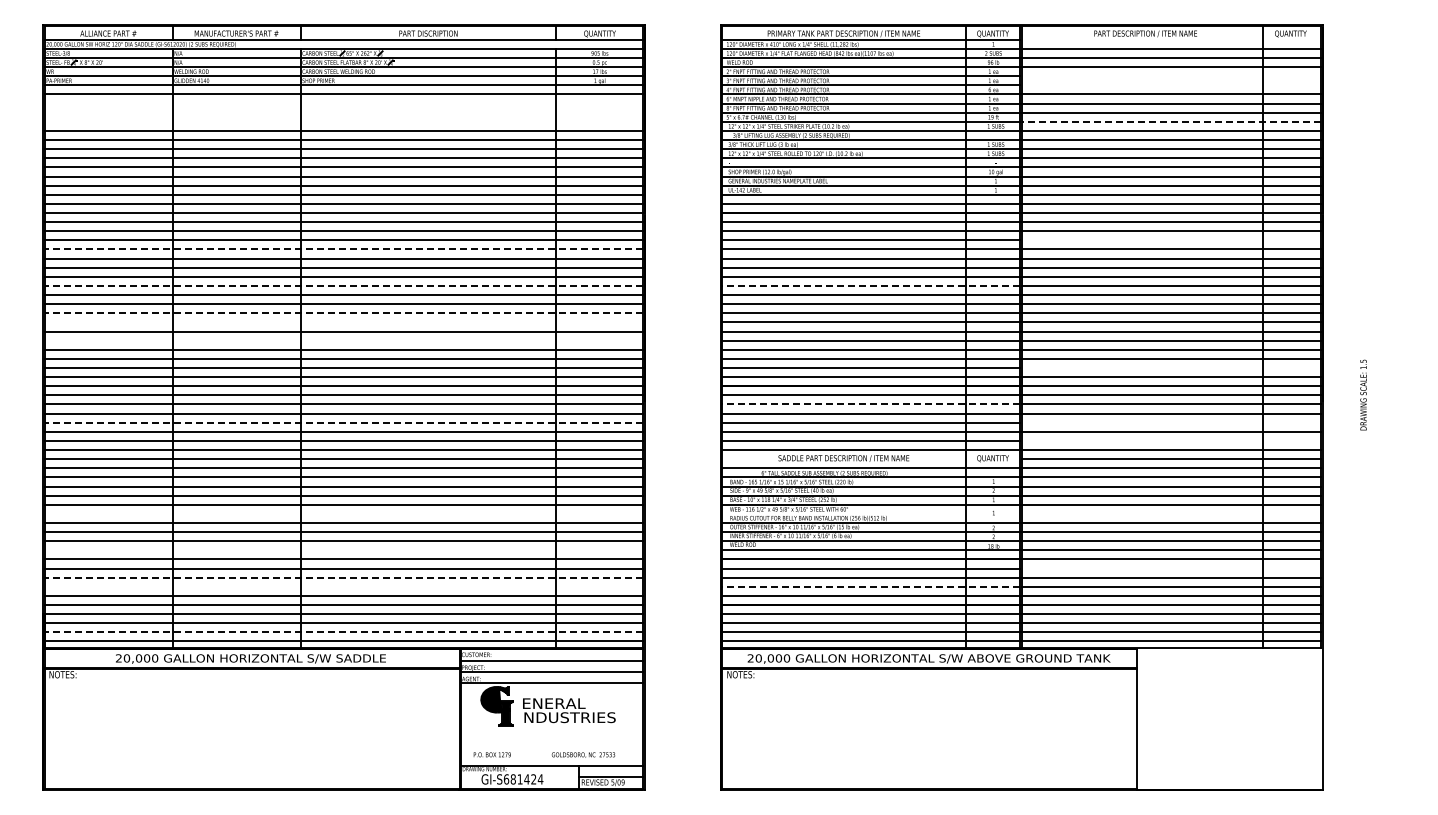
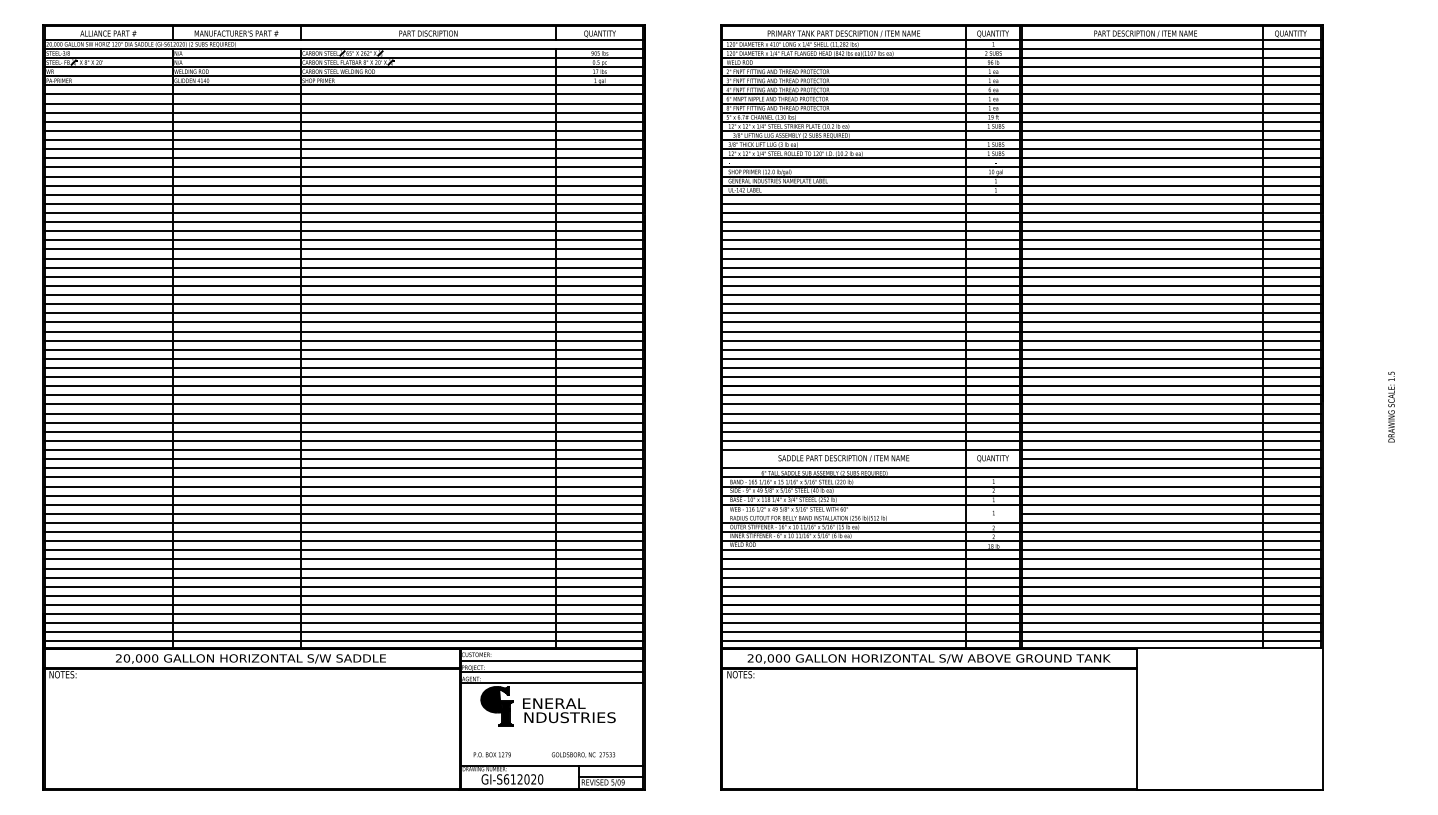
line at (1171, 39): none -> present
line at (1171, 76): none -> present
line at (1171, 85): none -> present
line at (343, 103): none -> present
line at (343, 112): none -> present
line at (343, 121): none -> present
line at (1171, 121): dashed -> solid
line at (1171, 240): none -> present
line at (343, 249): dashed -> solid
line at (343, 285): dashed -> solid
line at (871, 285): dashed -> solid
line at (343, 313): dashed -> solid
line at (343, 322): none -> present
line at (343, 340): none -> present
line at (1171, 367): none -> present
text at (1363, 394) position: (1363, 394) -> (1391, 406)
line at (871, 404): dashed -> solid
line at (343, 422): dashed -> solid
line at (1171, 422): none -> present
line at (1171, 440): none -> present
line at (343, 513): none -> present
line at (1171, 513): none -> present
line at (343, 550): none -> present
line at (1171, 568): none -> present
line at (343, 577): dashed -> solid
line at (343, 586): none -> present
line at (871, 586): dashed -> solid
line at (343, 632): dashed -> solid
text at (526, 779): GI-S681424 -> GI-S612020
